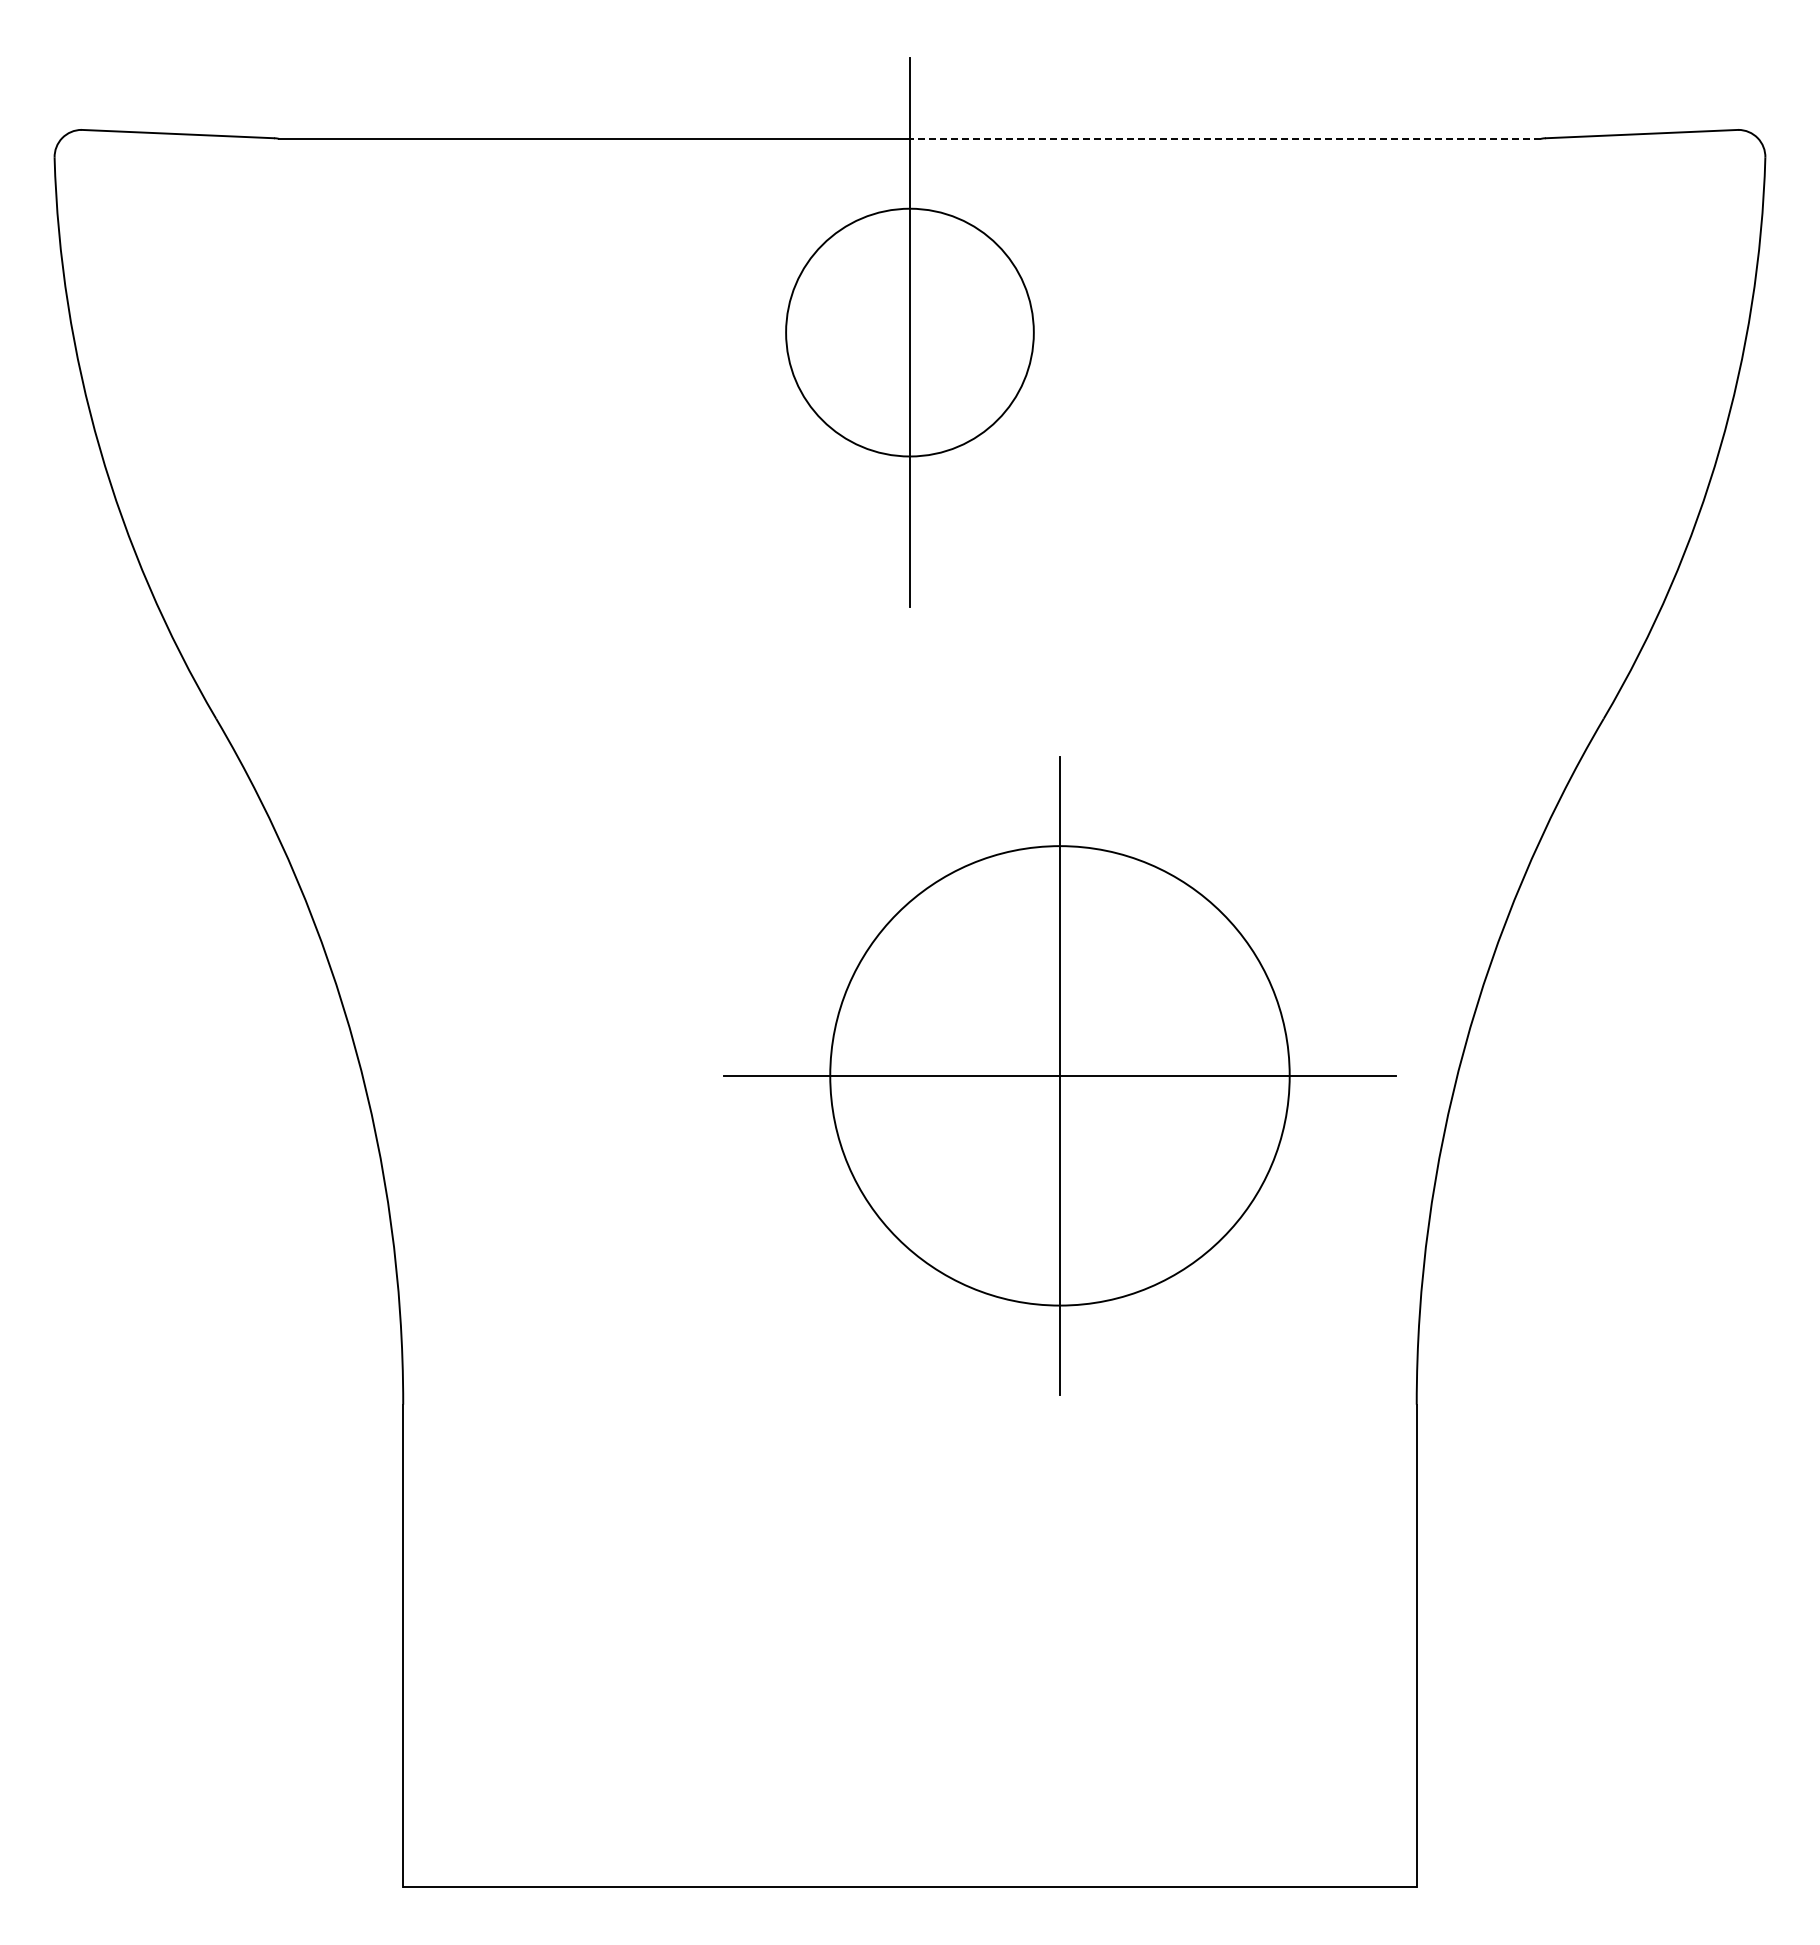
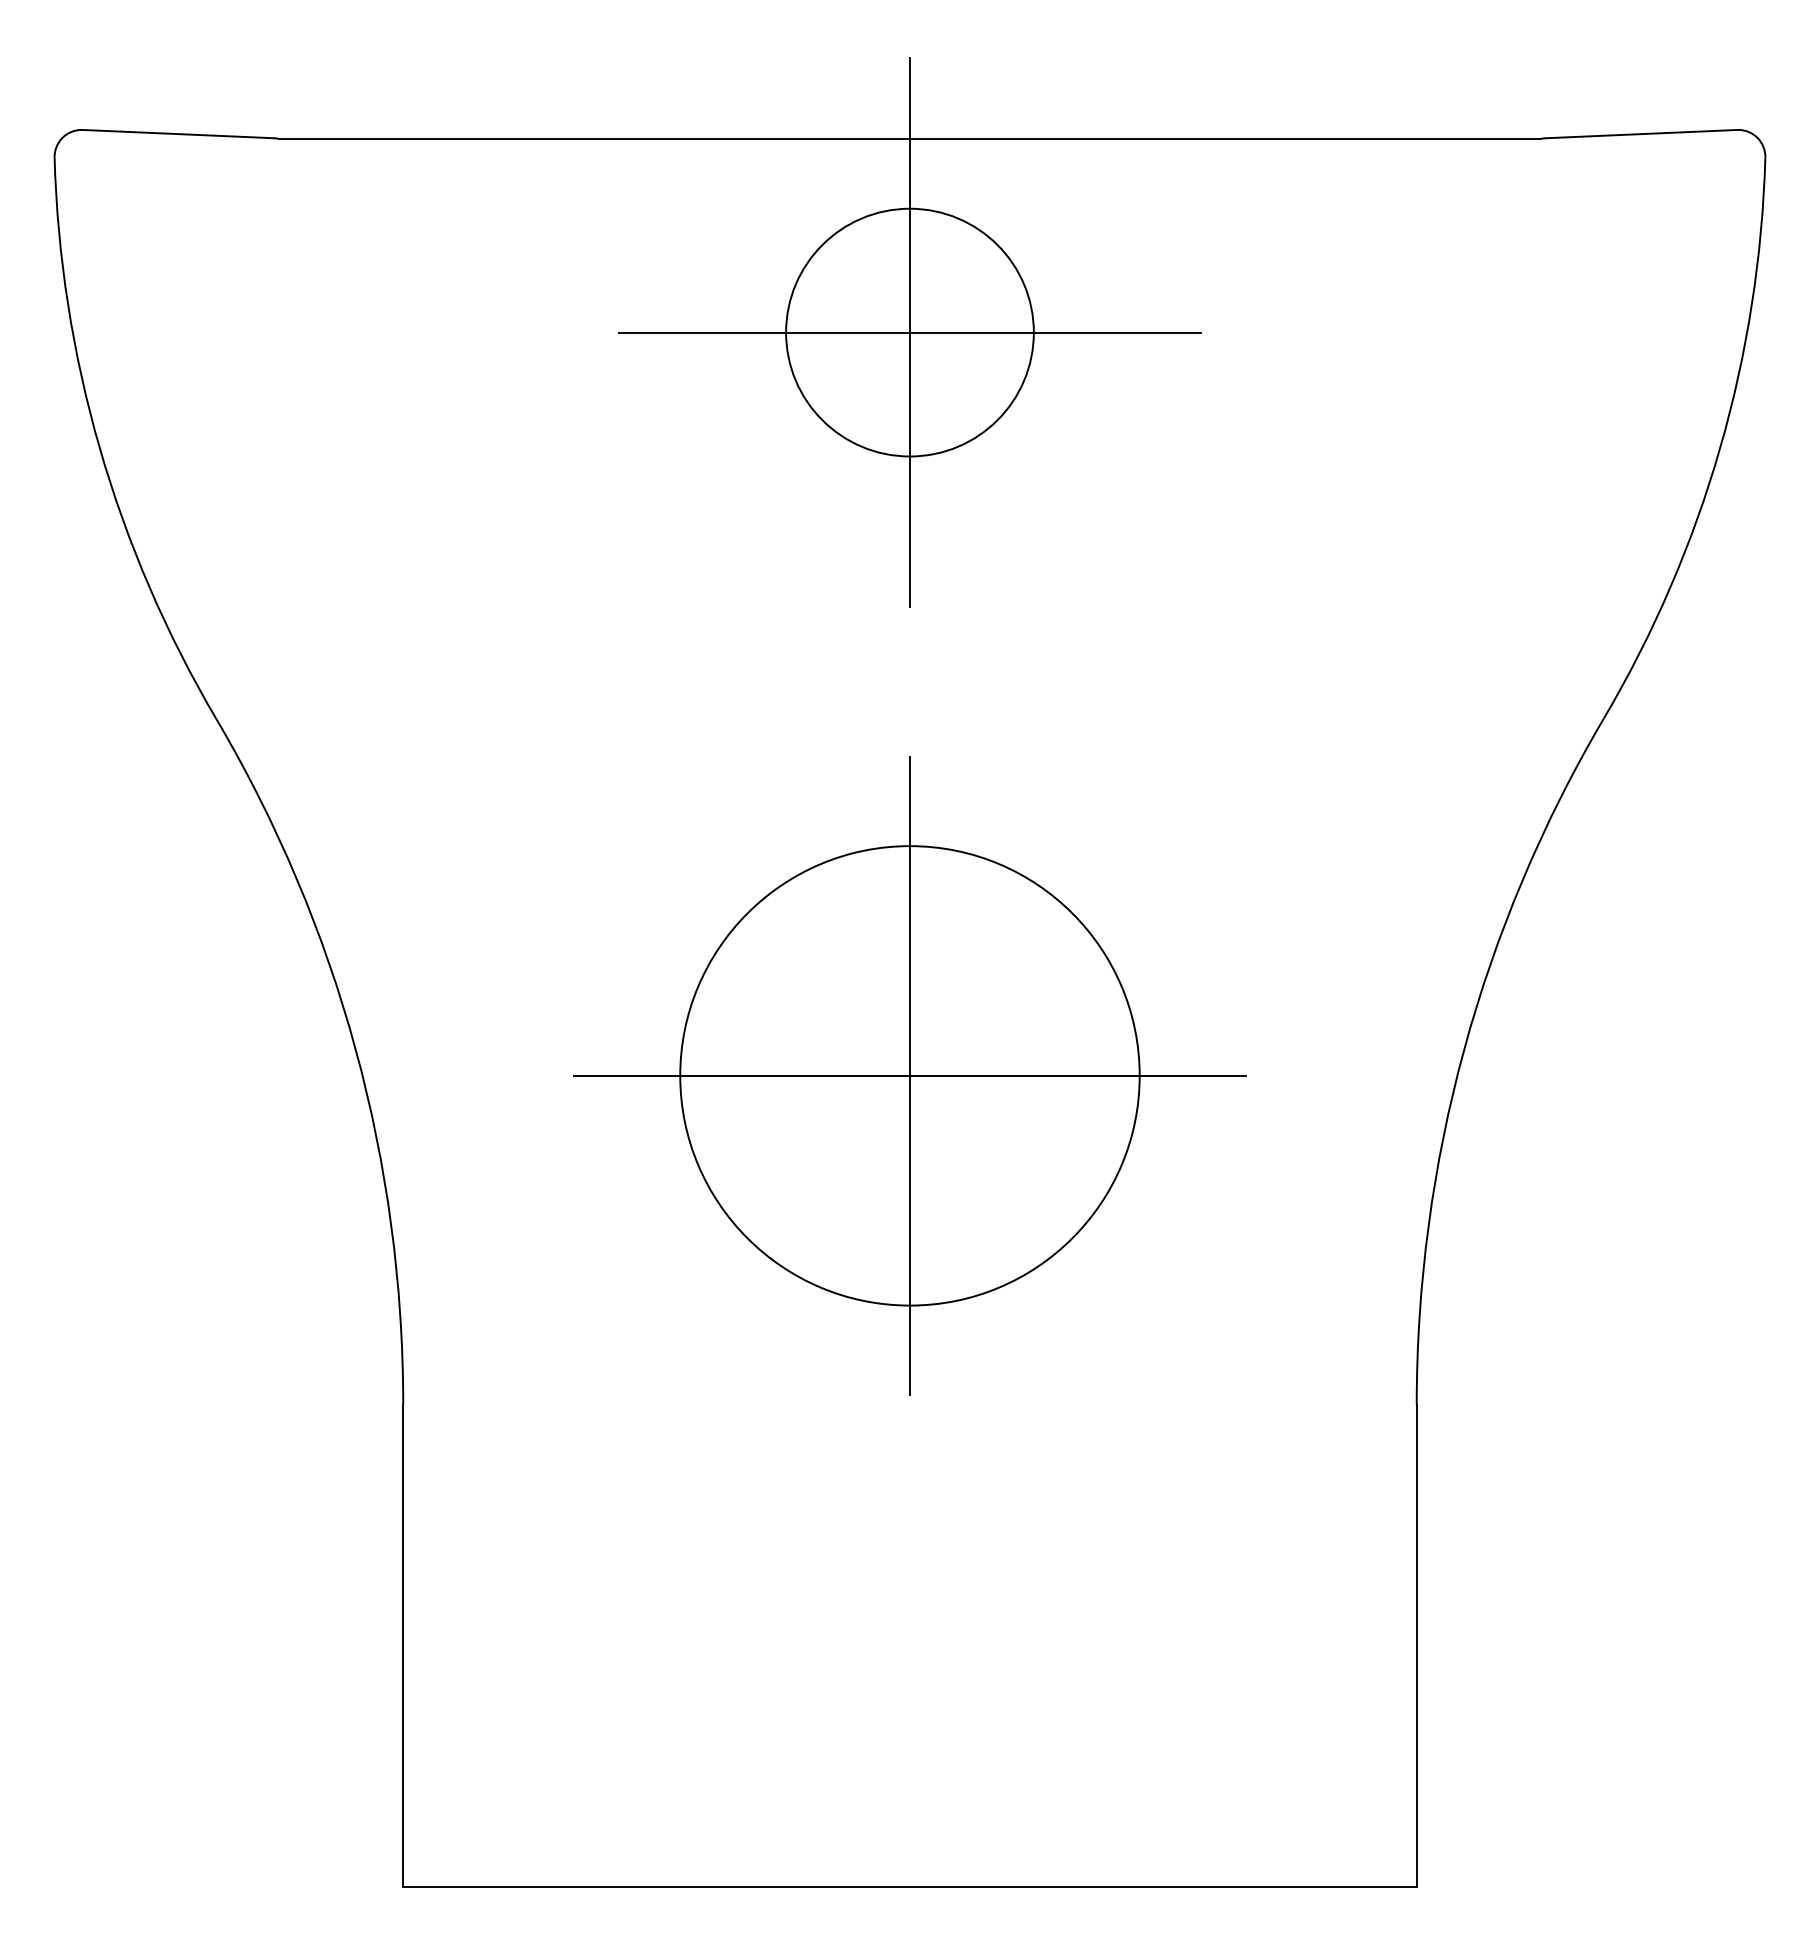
line at (1224, 138): dashed -> solid
line at (909, 332): none -> present
part at (1059, 1075) position: (1059, 1075) -> (909, 1075)
